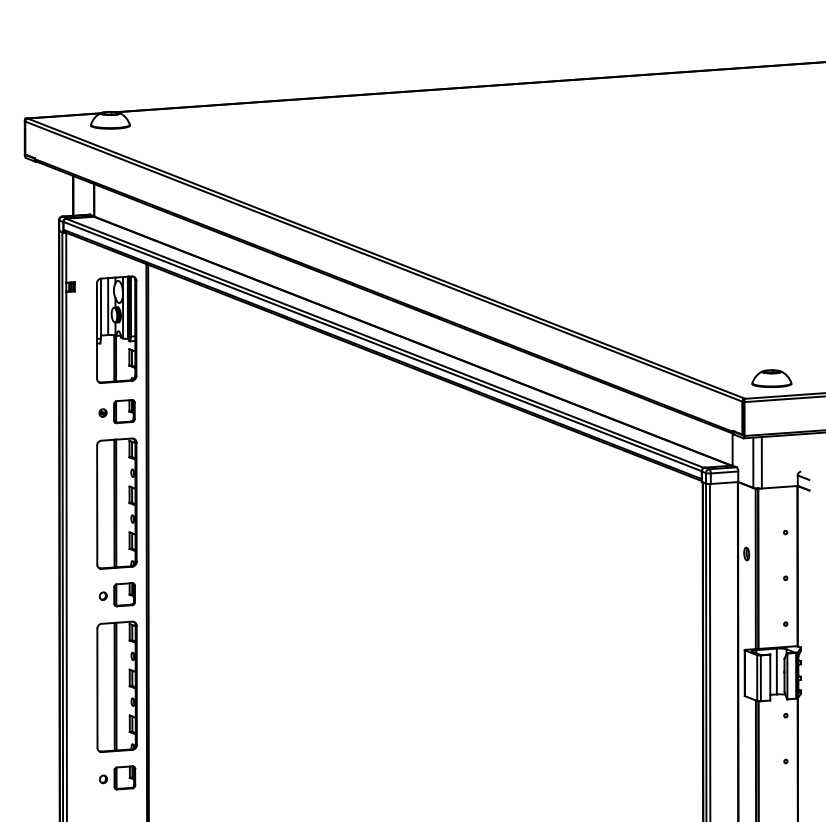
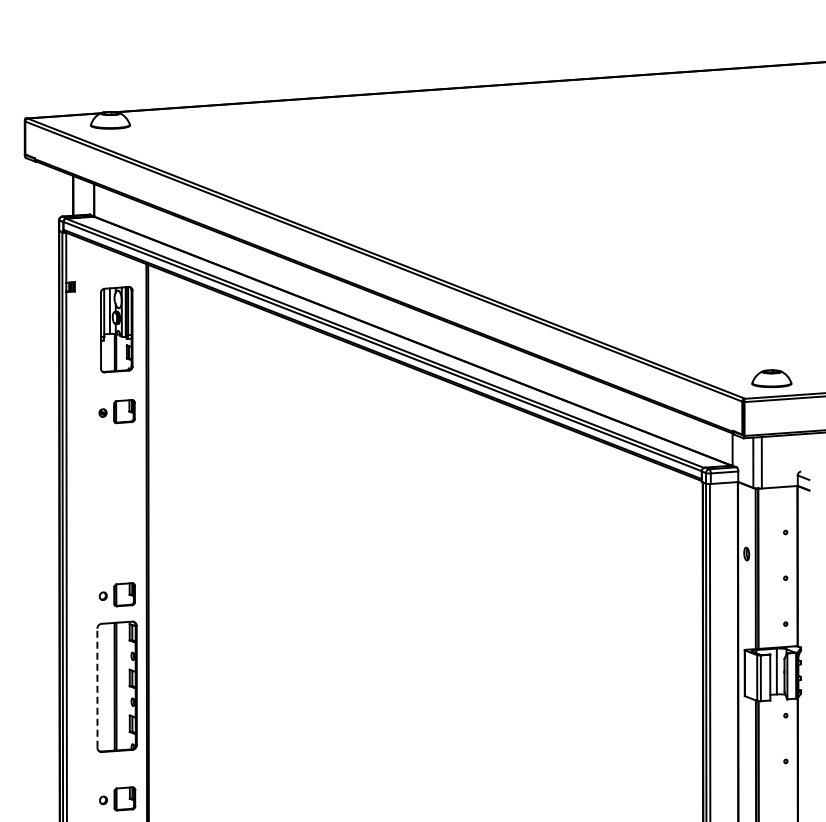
part at (116, 329) size: 42x109 px -> 34x88 px
part at (116, 503): present -> none
line at (97, 688): solid -> dashed
part at (117, 777) position: (117, 777) -> (117, 798)
